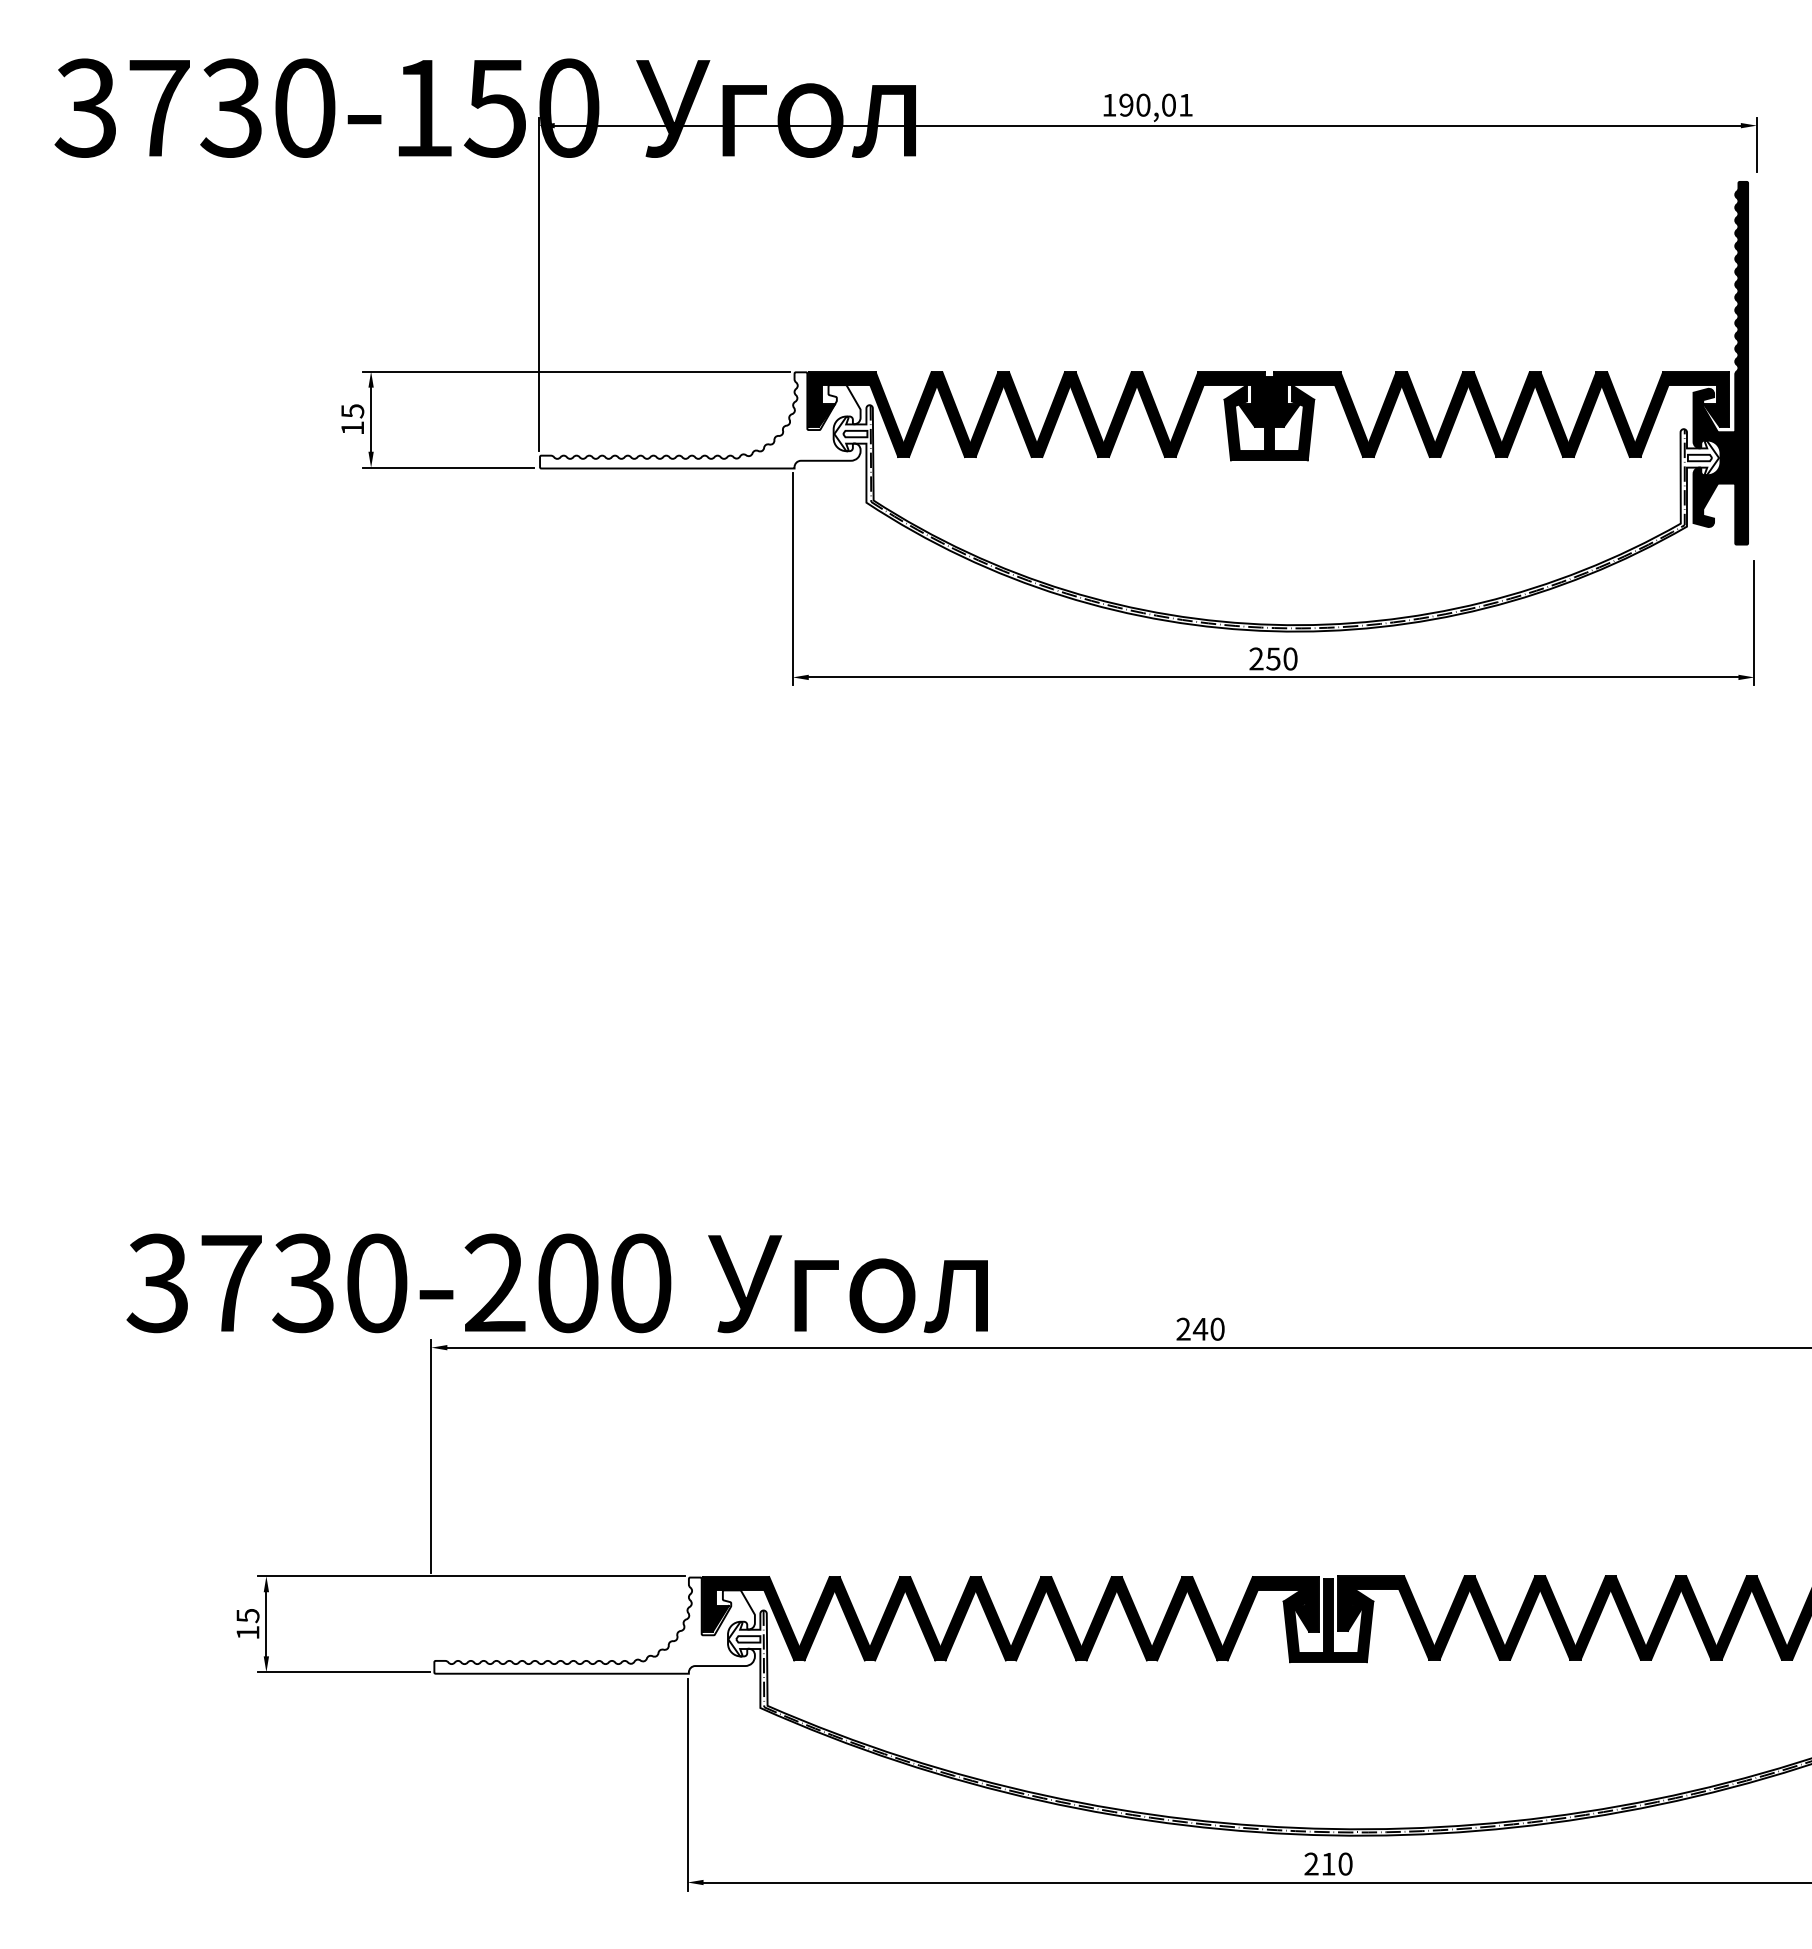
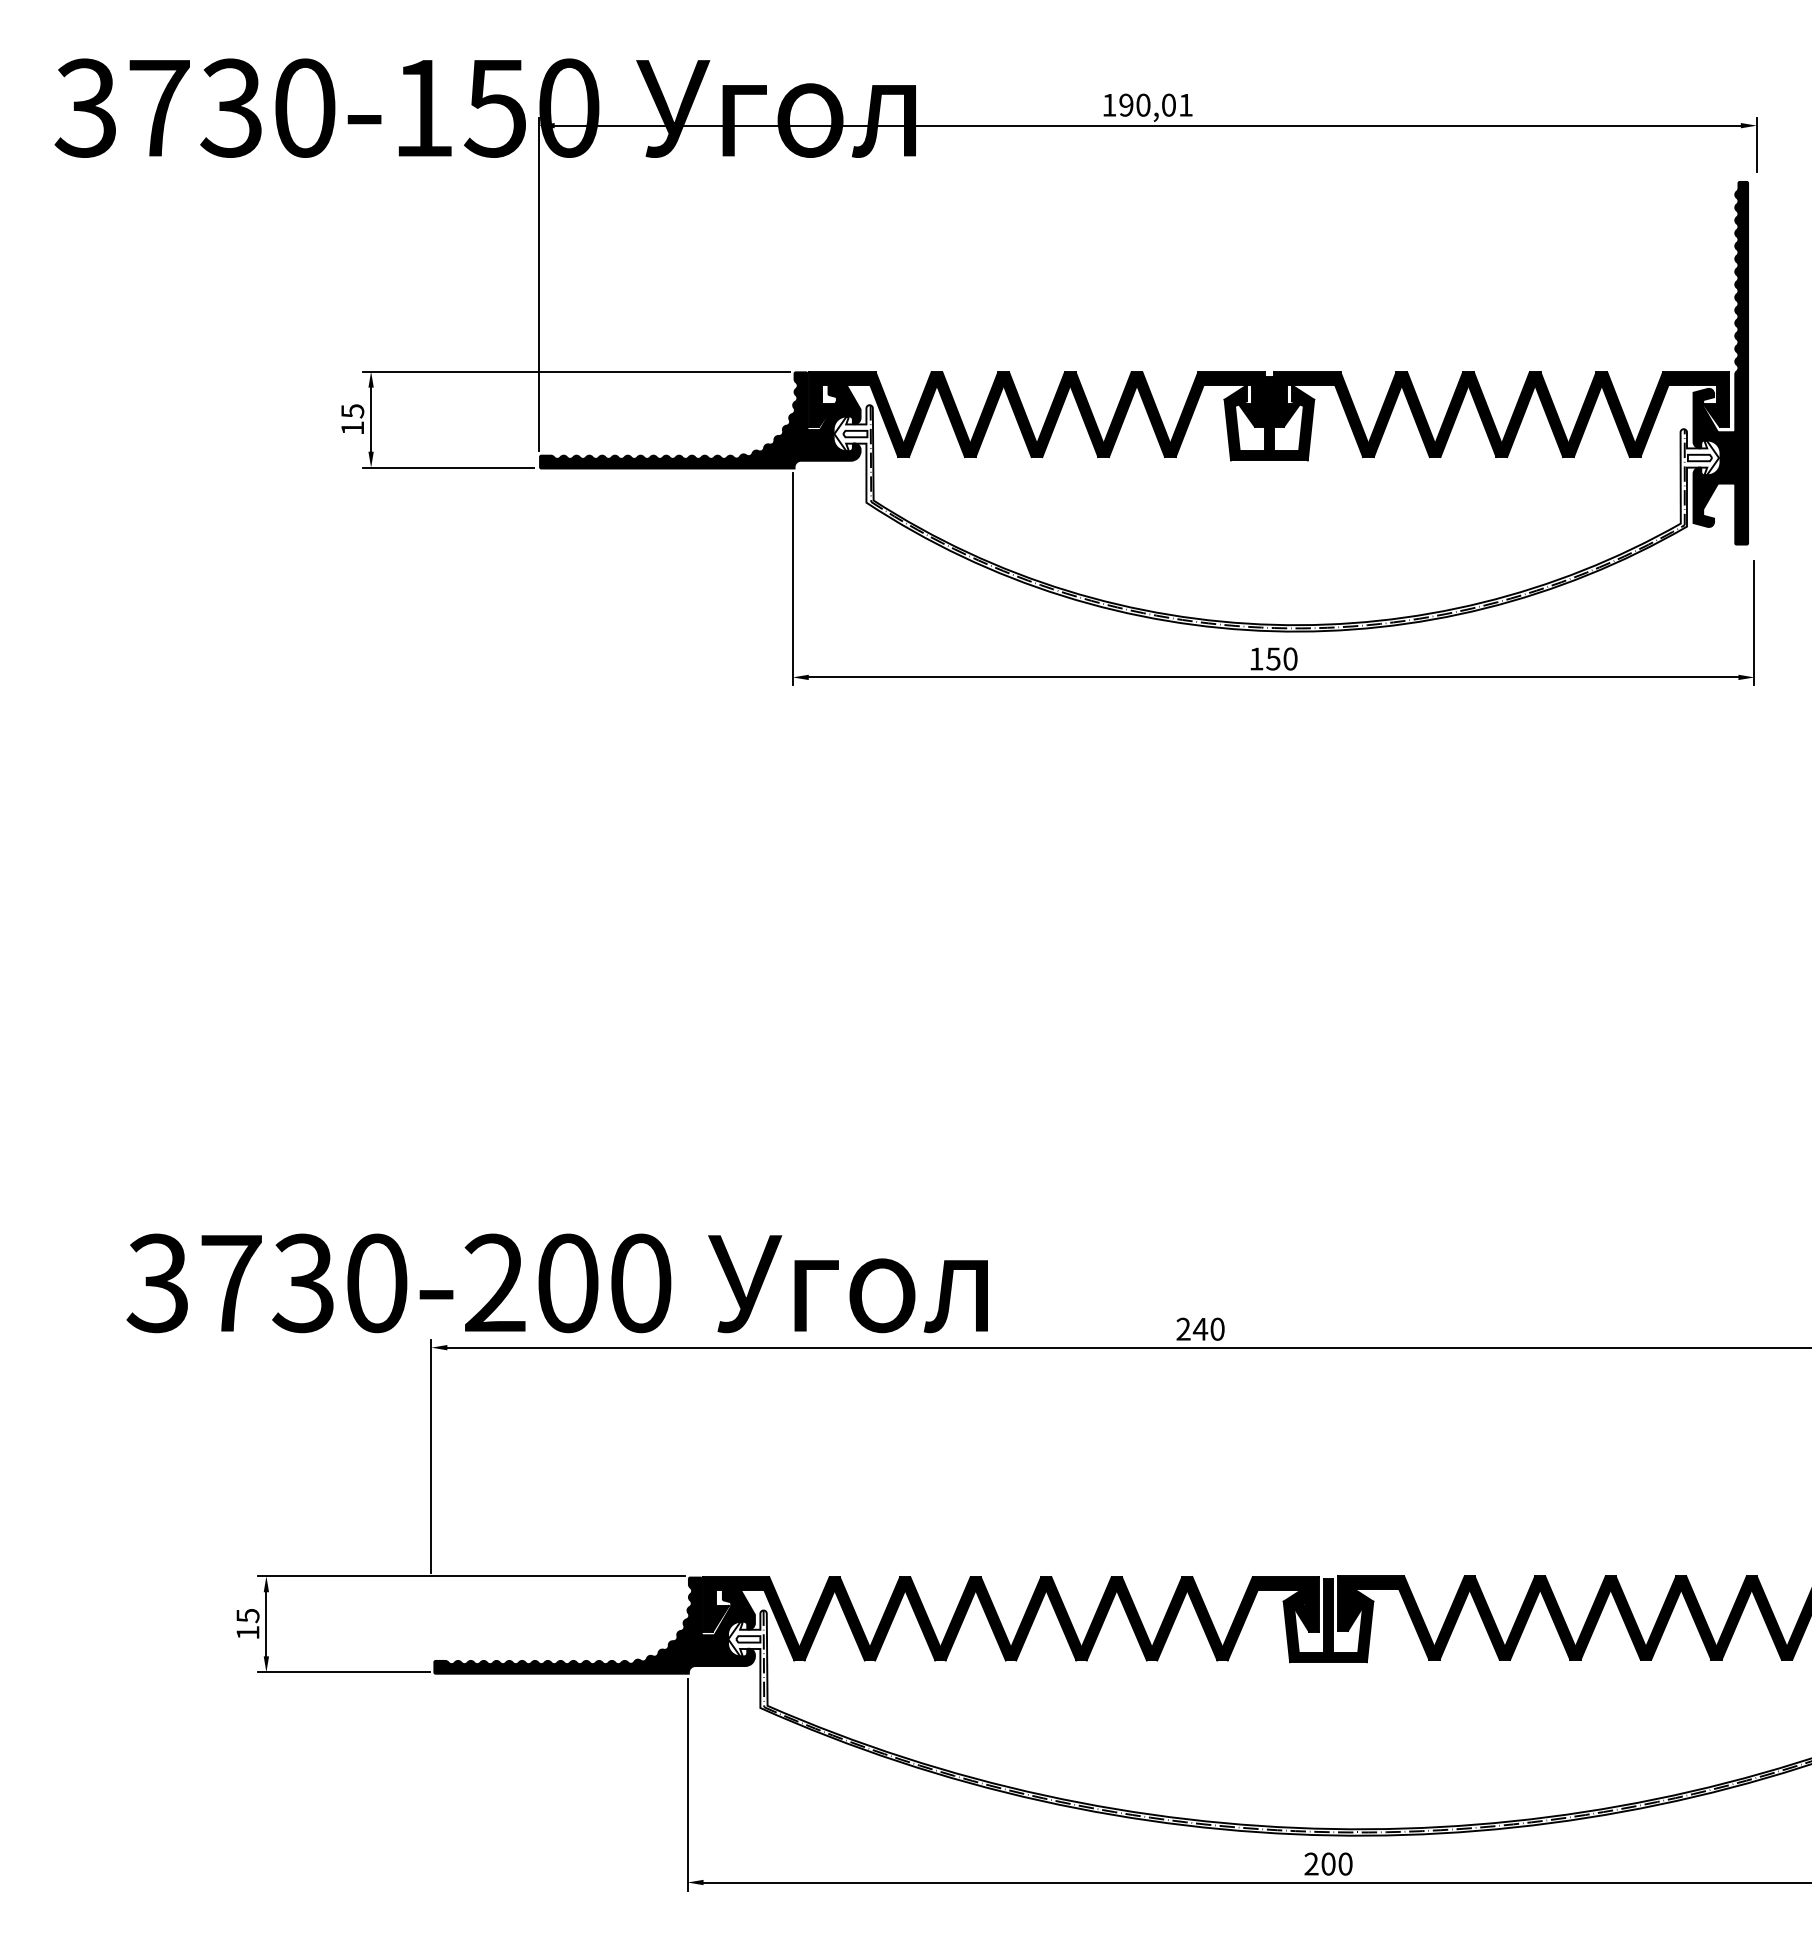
fill at (700, 420): none -> present
text at (1256, 658): 250 -> 150
fill at (594, 1625): none -> present
text at (1328, 1863): 210 -> 200
